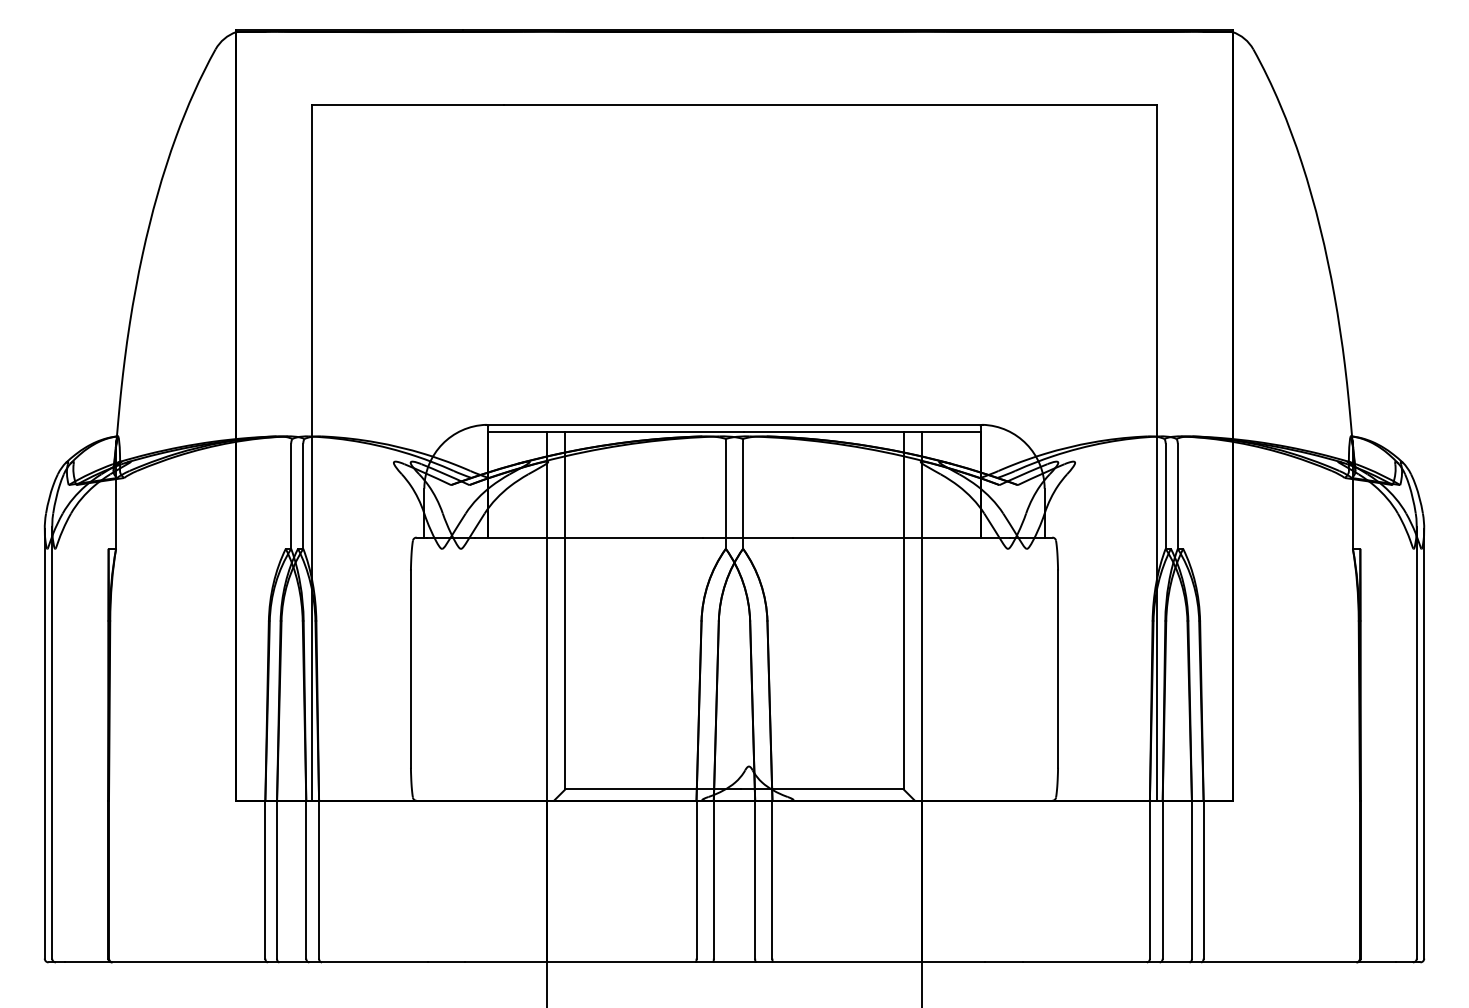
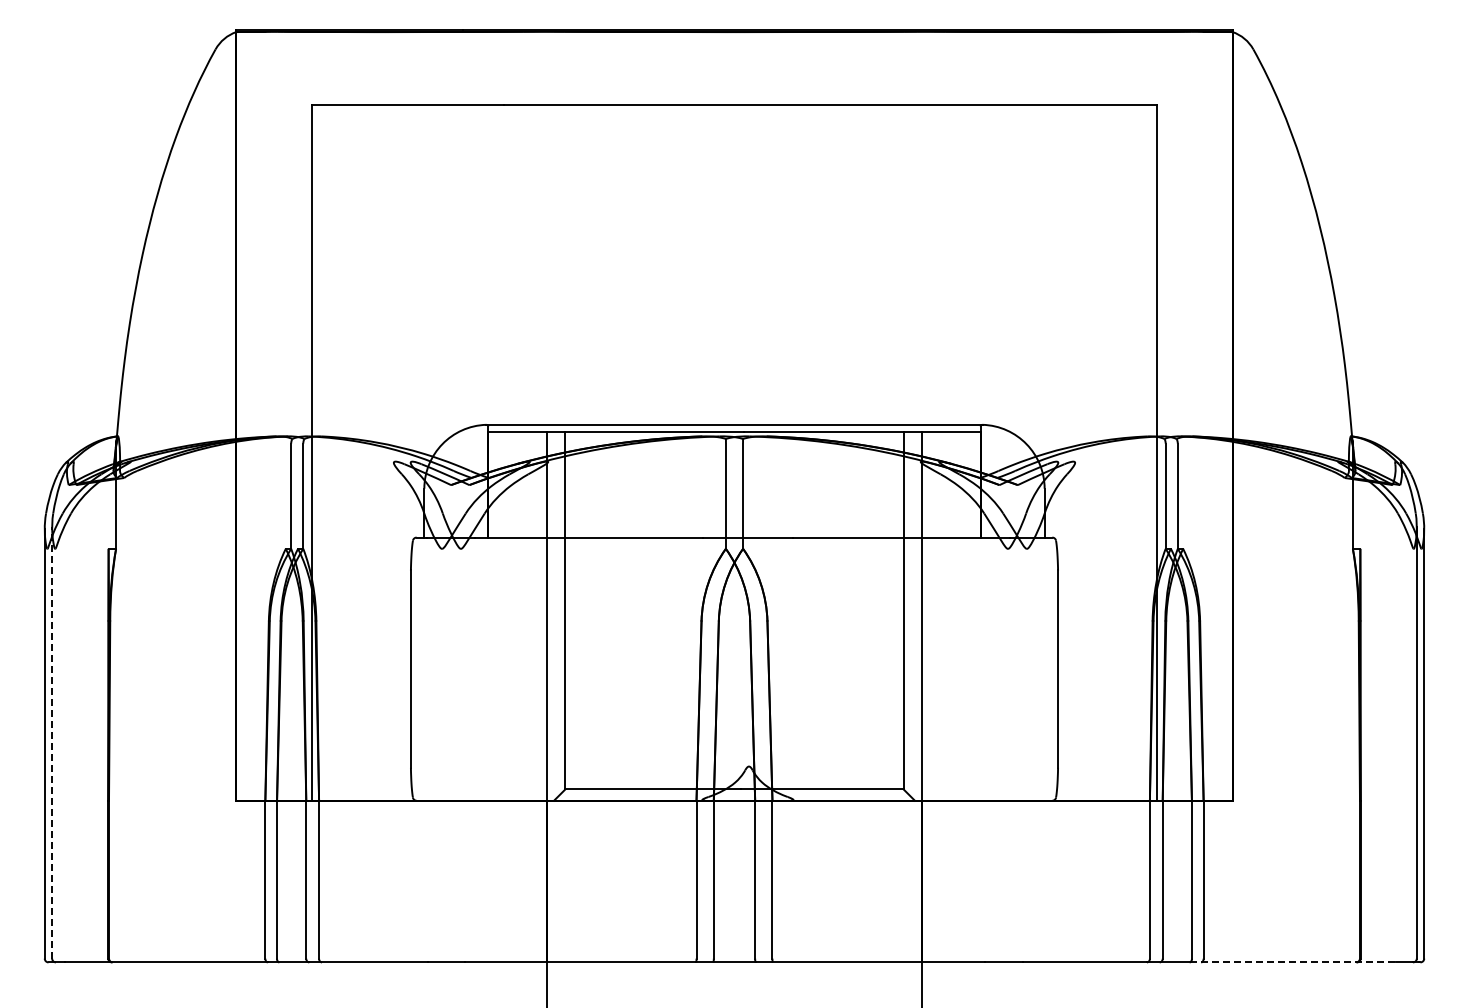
line at (52, 743): solid -> dashed
line at (1293, 962): solid -> dashed
